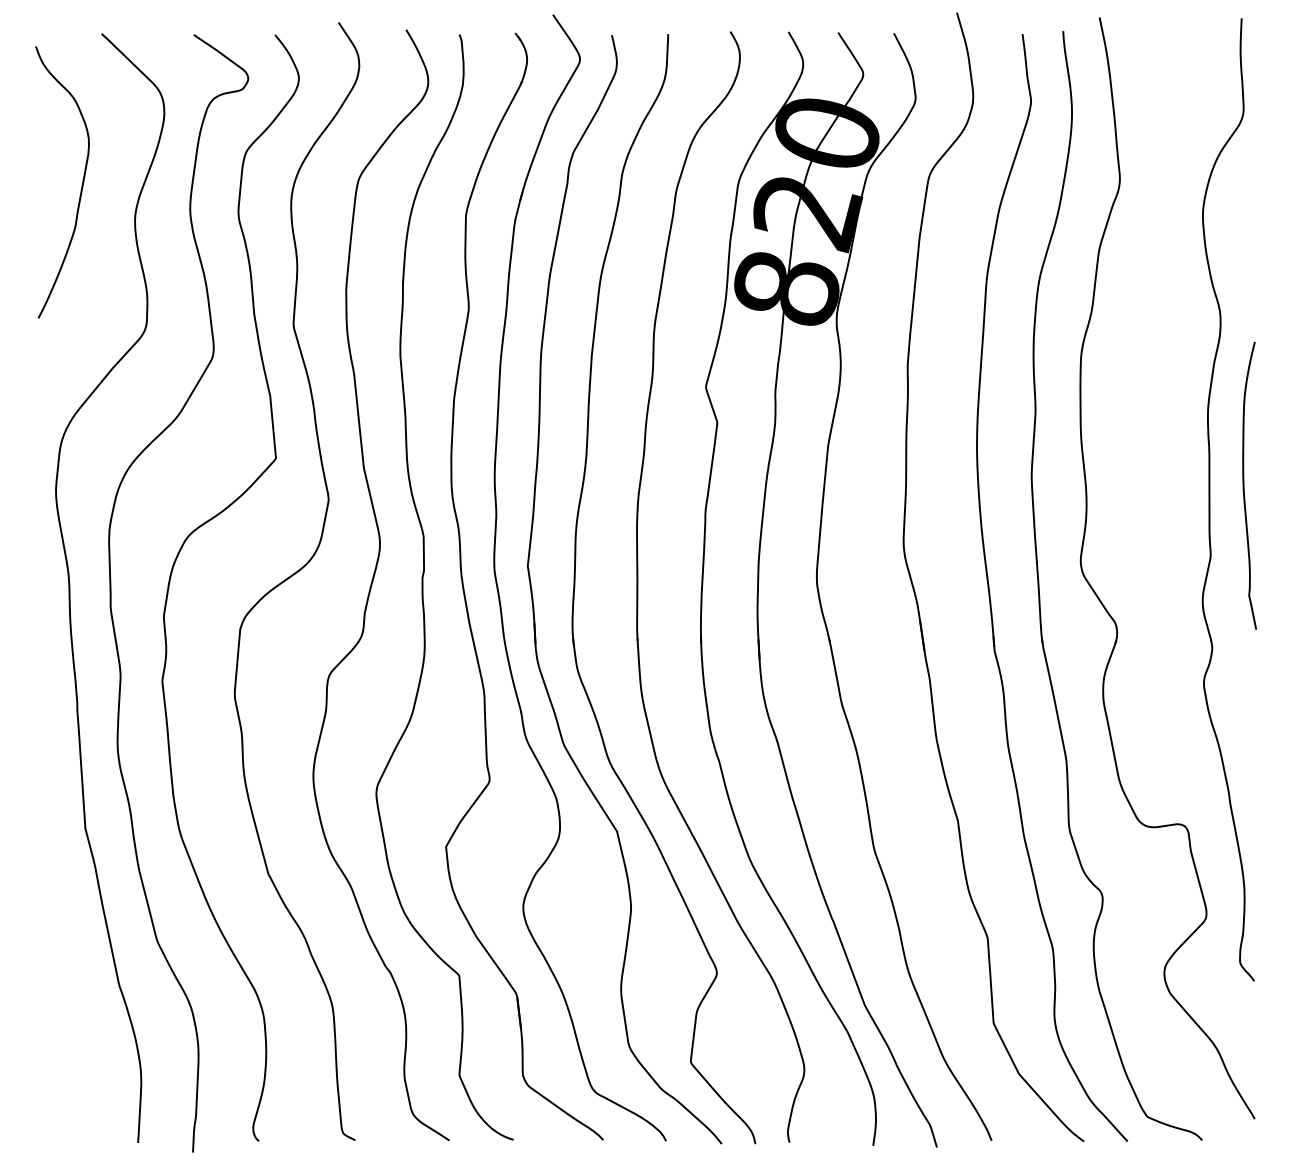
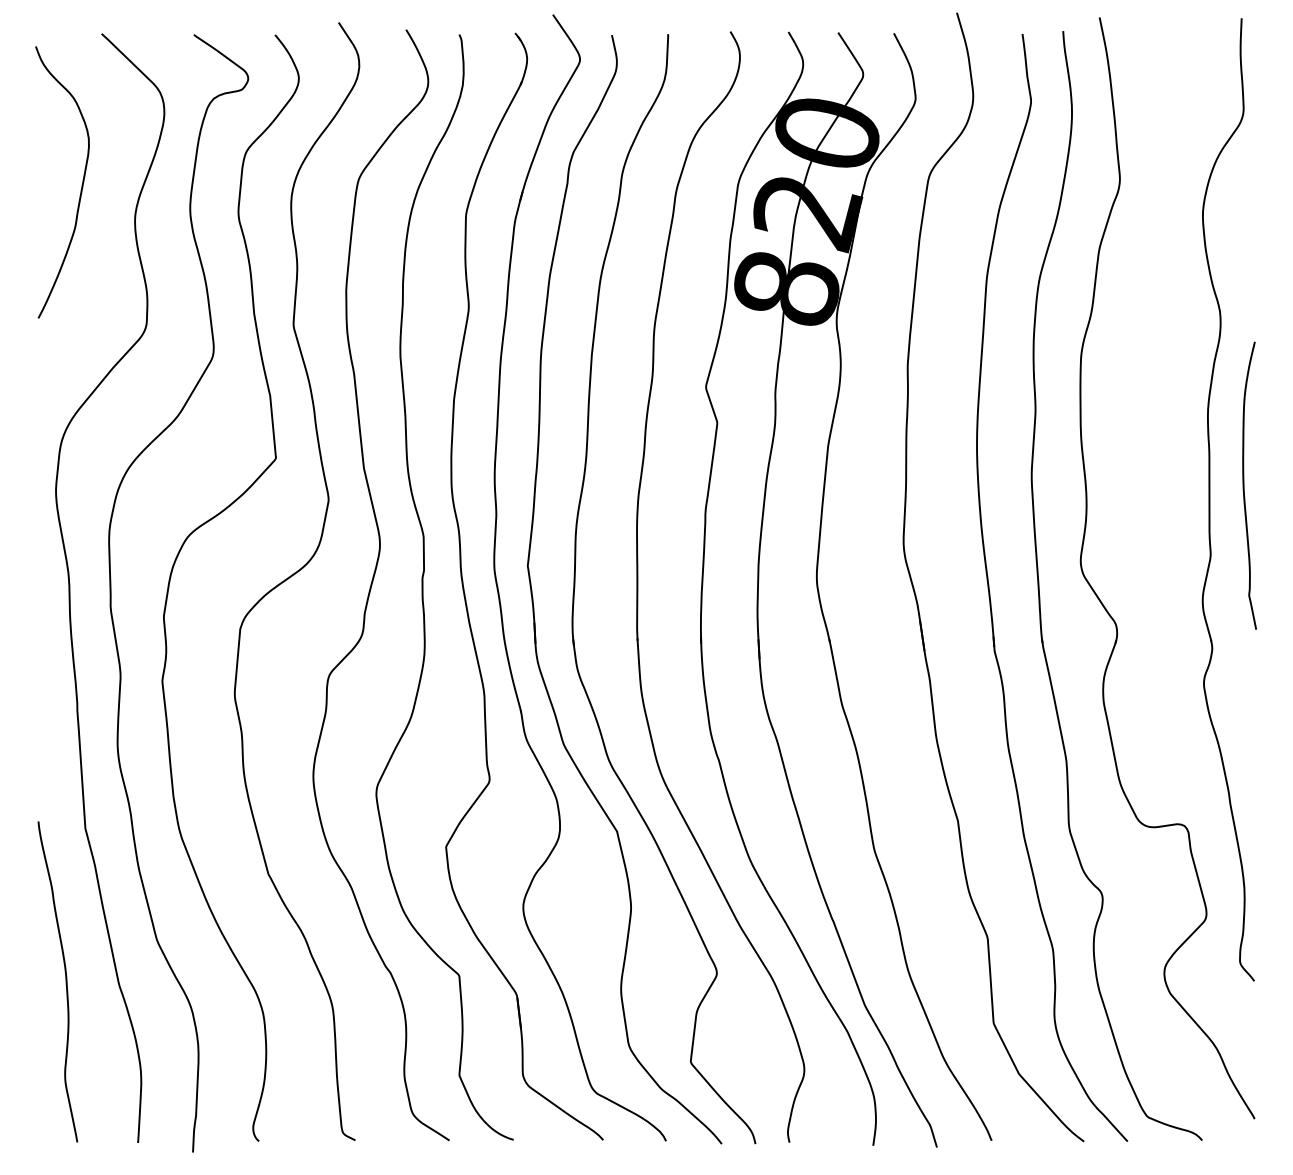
curve at (65, 981): none -> present
